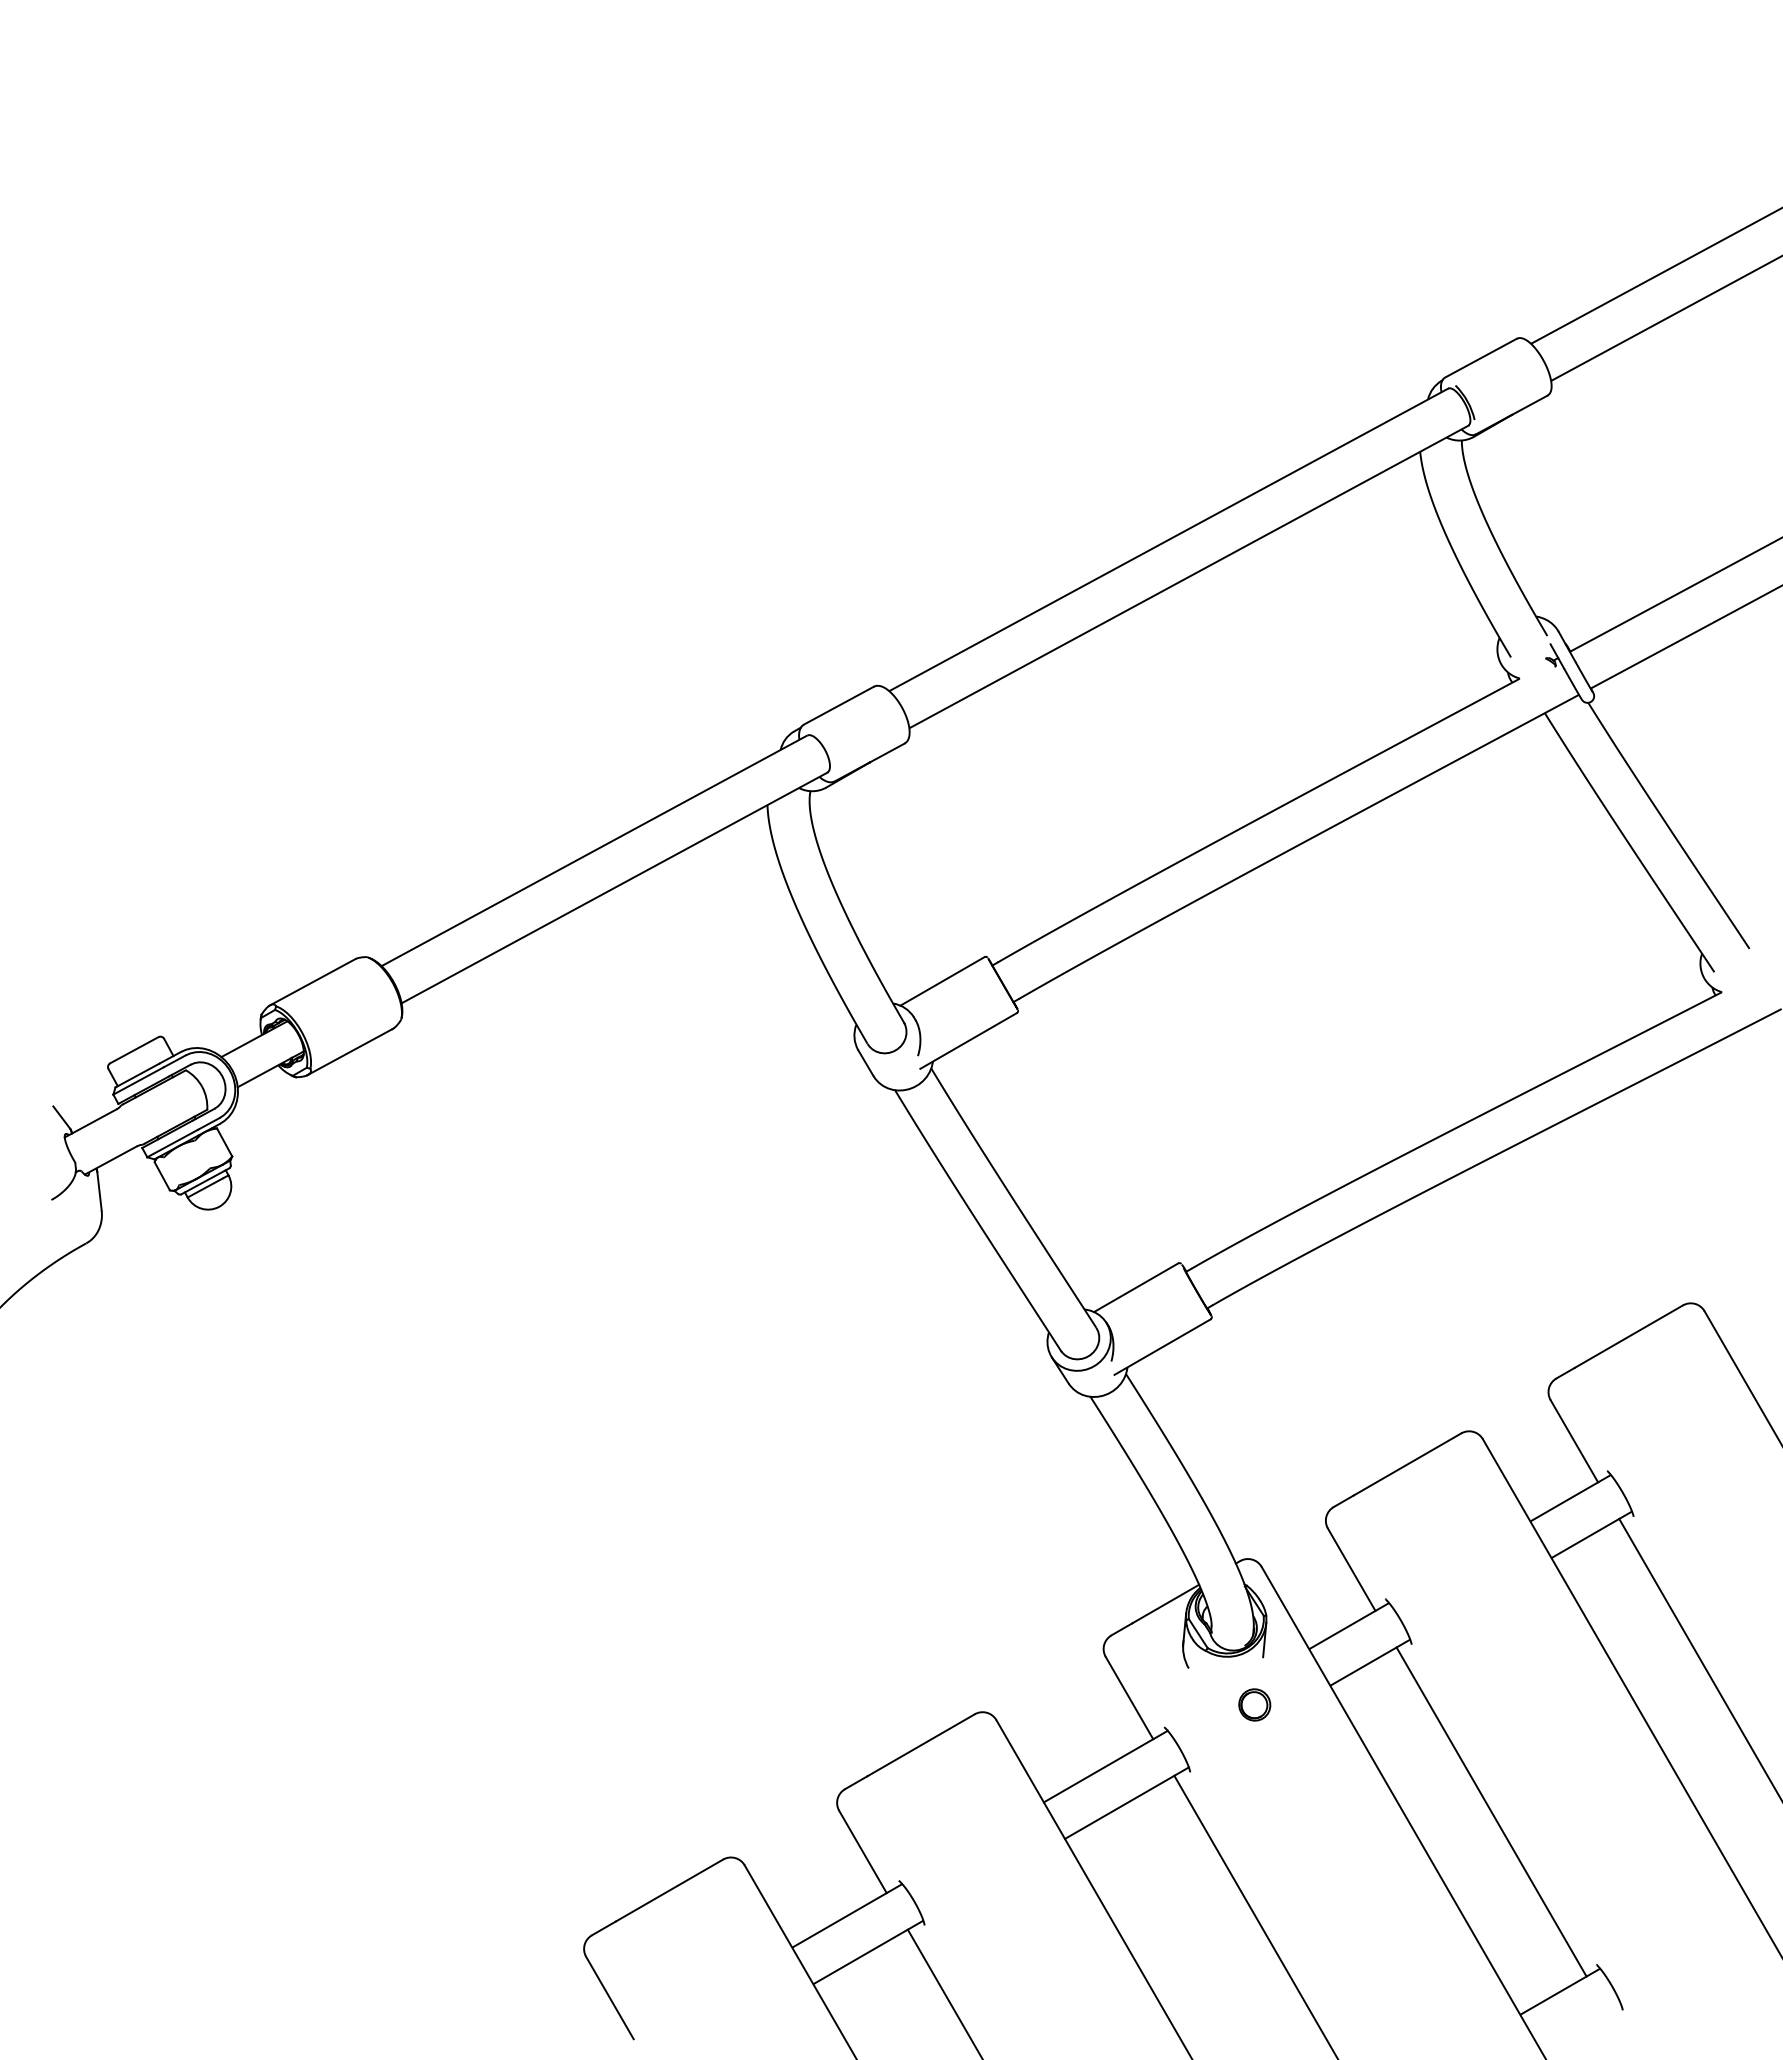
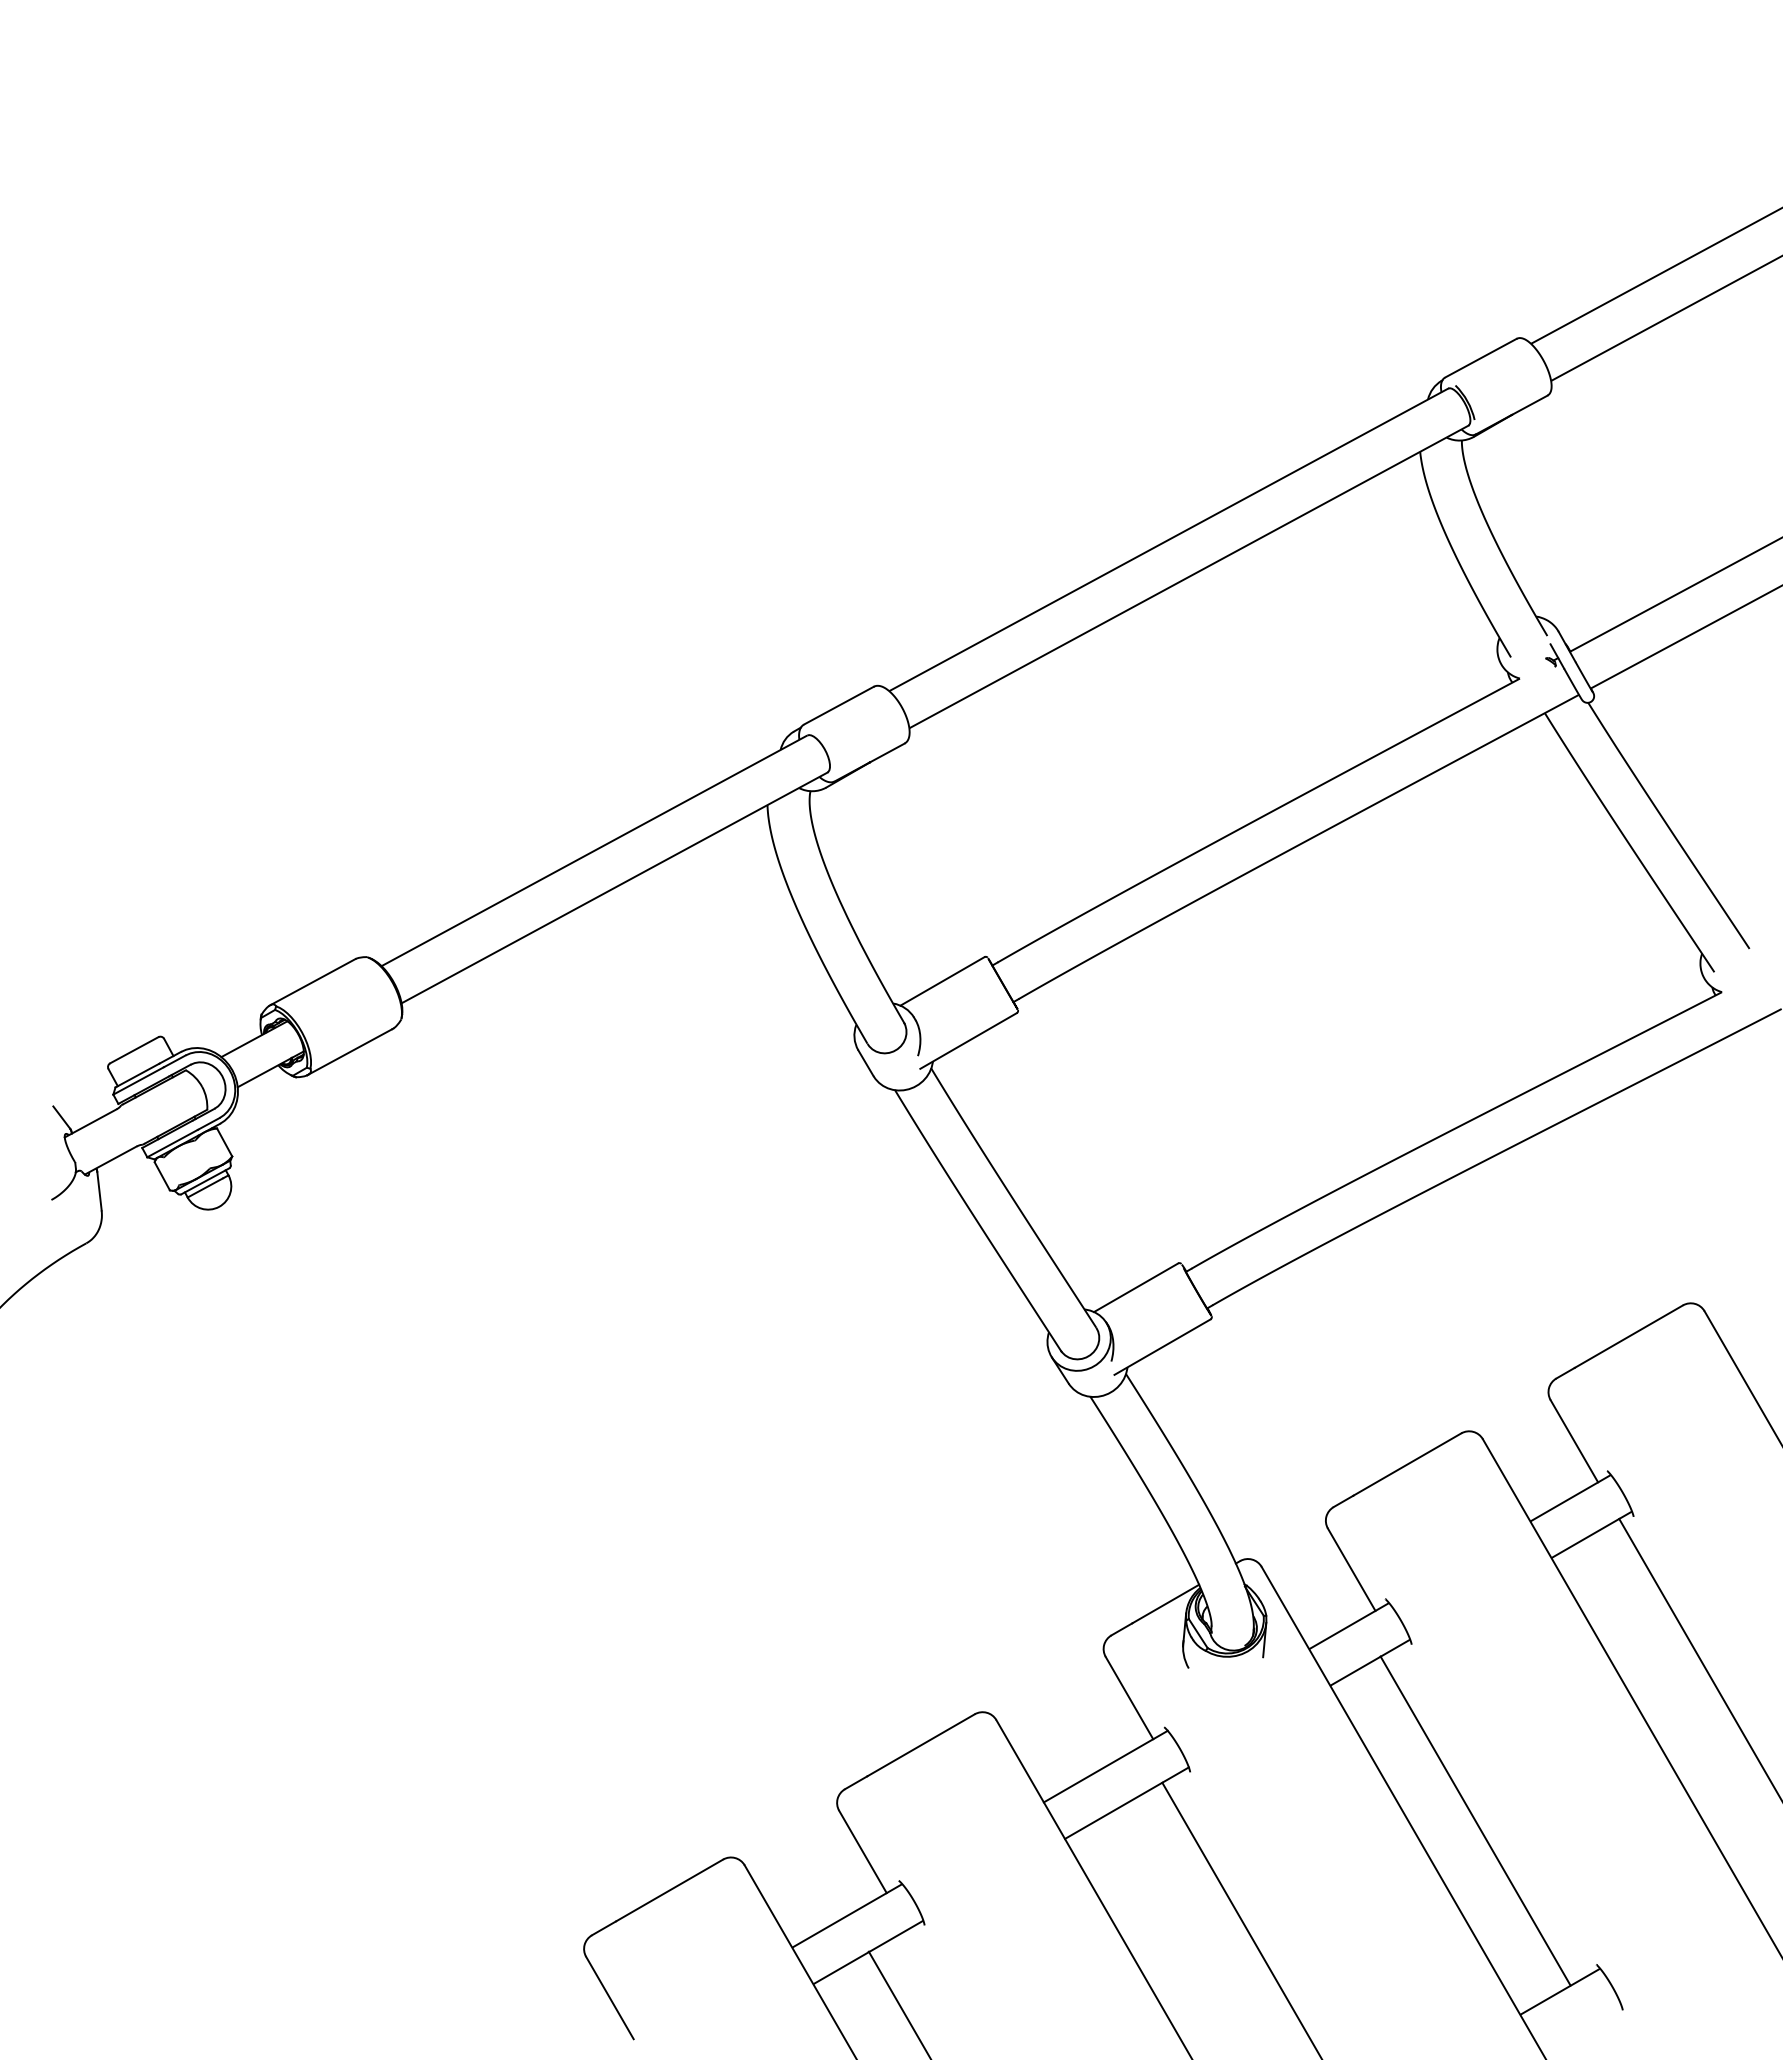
part at (1254, 1704): present -> none
line at (1491, 1811) position: (1491, 1811) -> (1475, 1820)
line at (1255, 1915) position: (1255, 1915) -> (1241, 1919)
line at (944, 1992) position: (944, 1992) -> (898, 2003)
